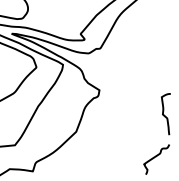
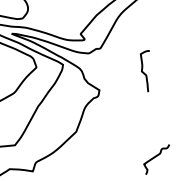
curve at (164, 114) position: (164, 114) -> (143, 71)
